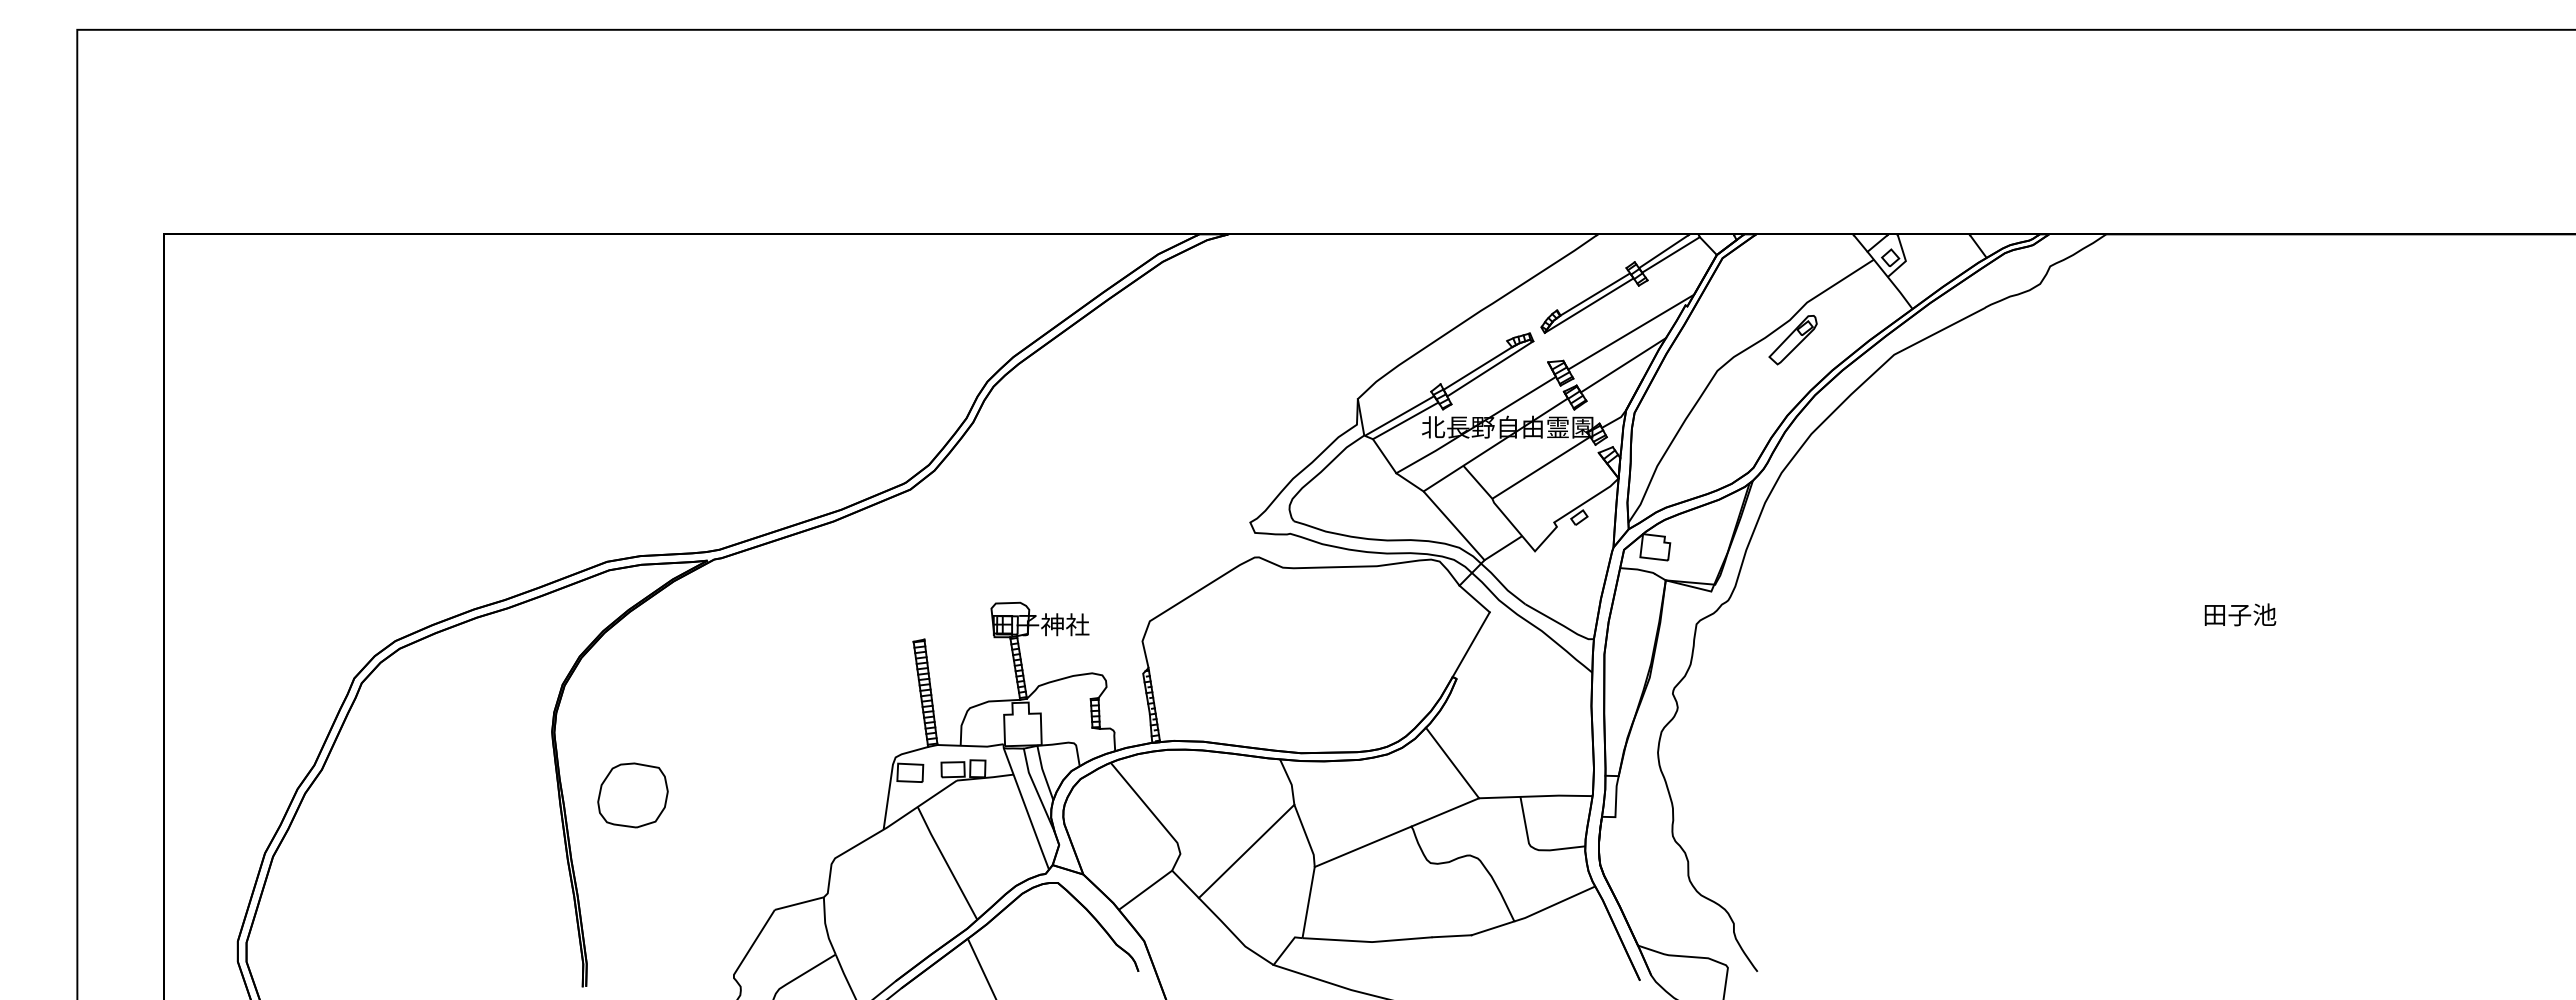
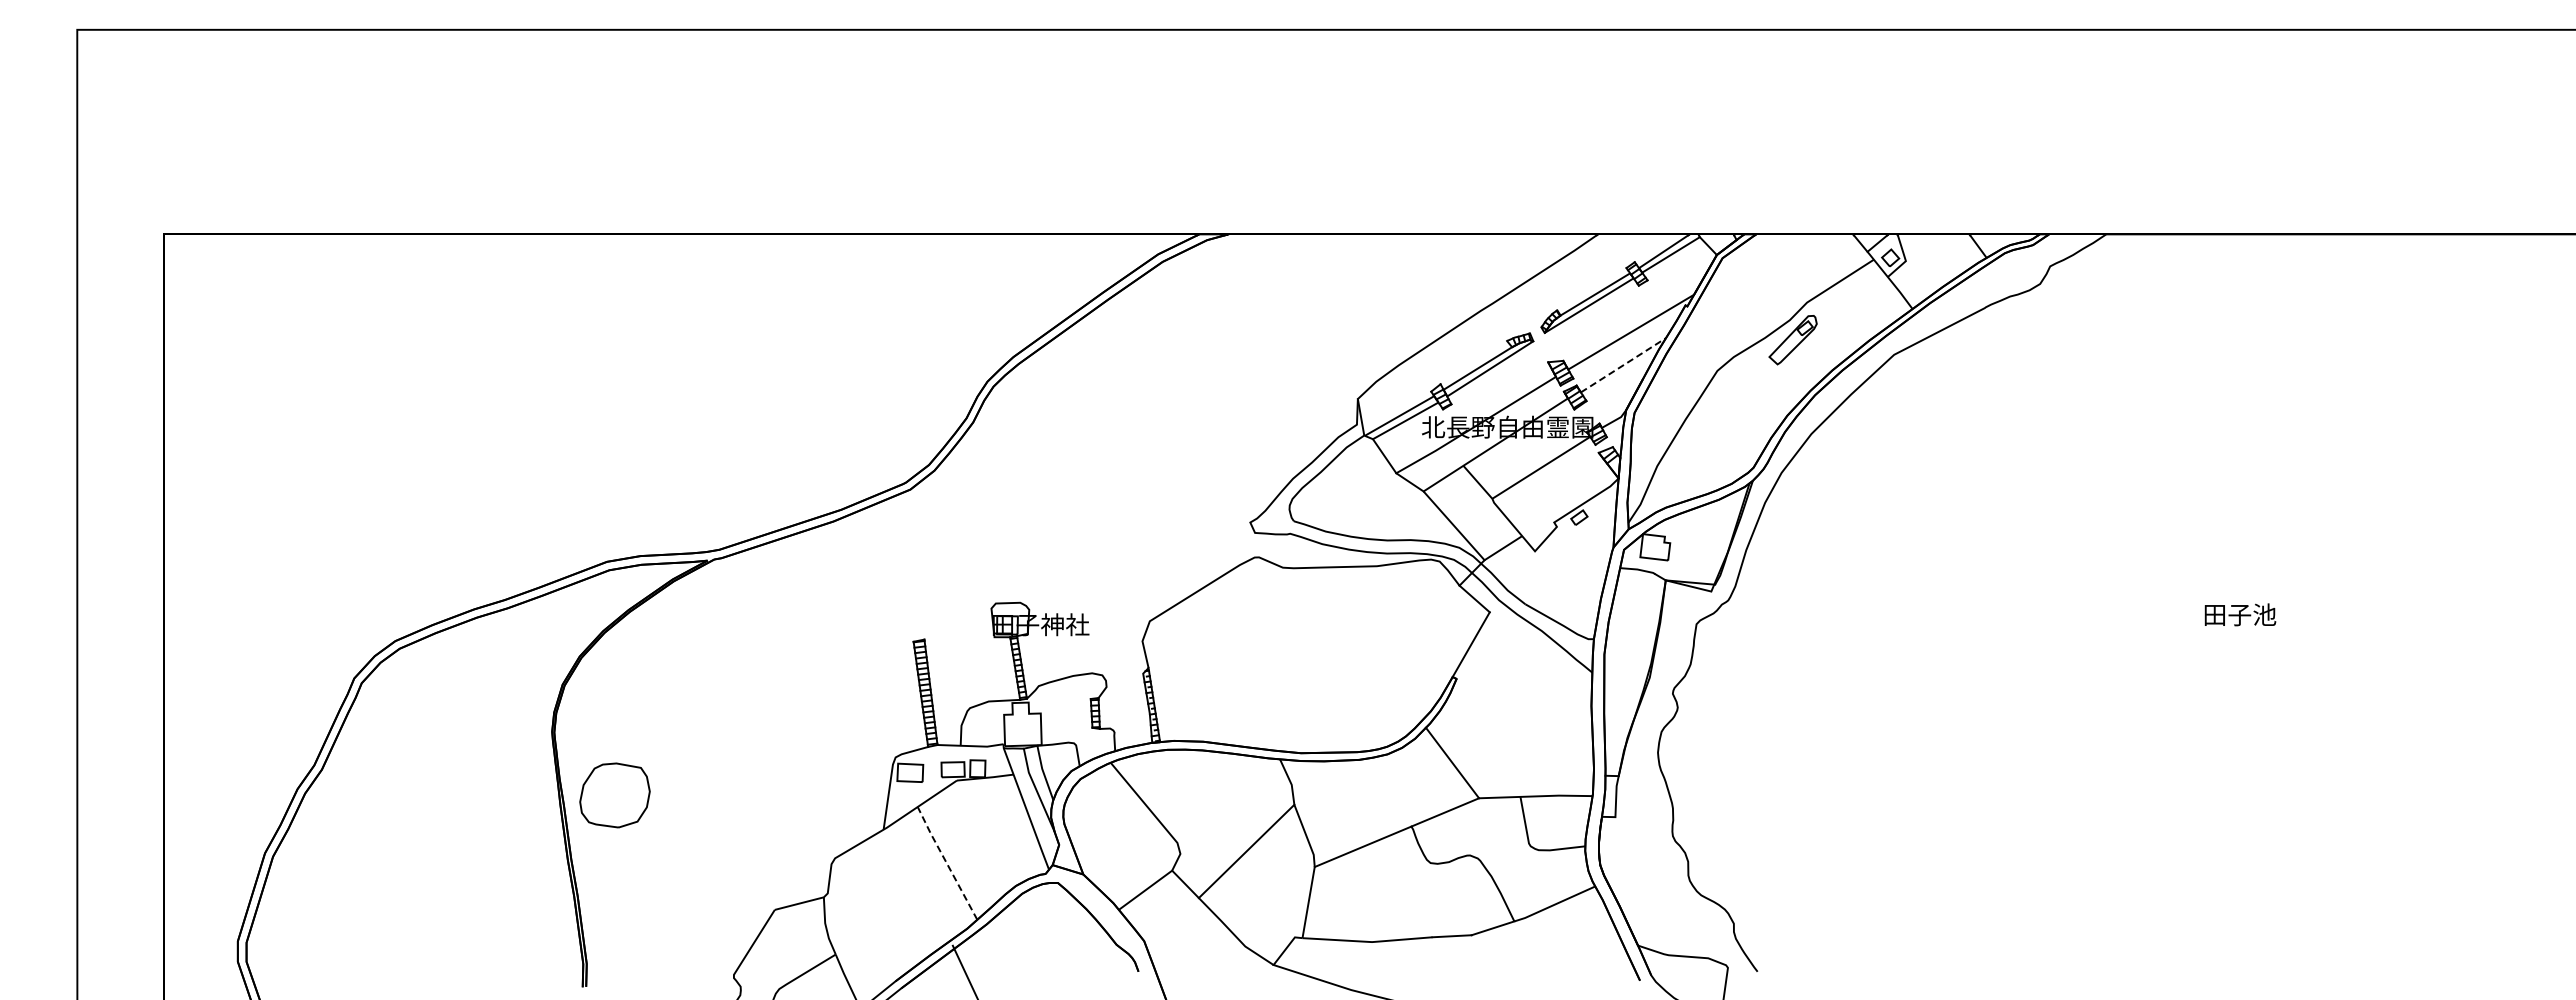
line at (1623, 365): solid -> dashed
part at (632, 795) position: (632, 795) -> (614, 795)
line at (946, 862): solid -> dashed
line at (981, 967) position: (981, 967) -> (964, 970)
